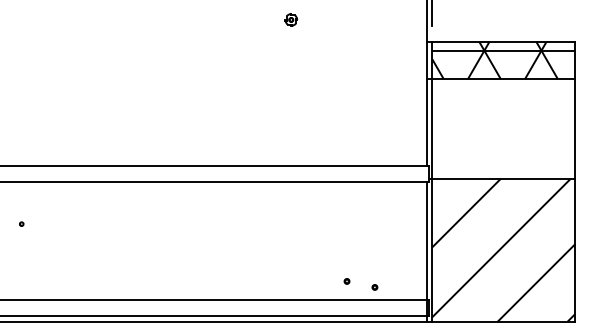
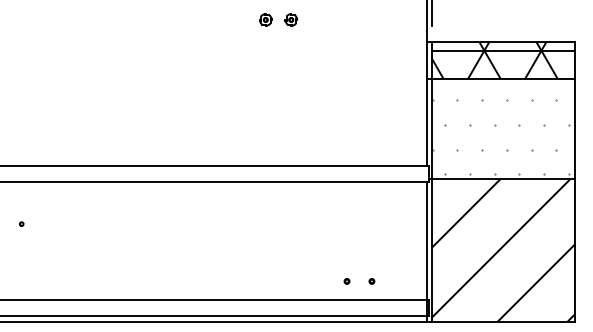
part at (265, 19): none -> present
hatch at (500, 137): none -> present
part at (374, 287) position: (374, 287) -> (371, 281)
